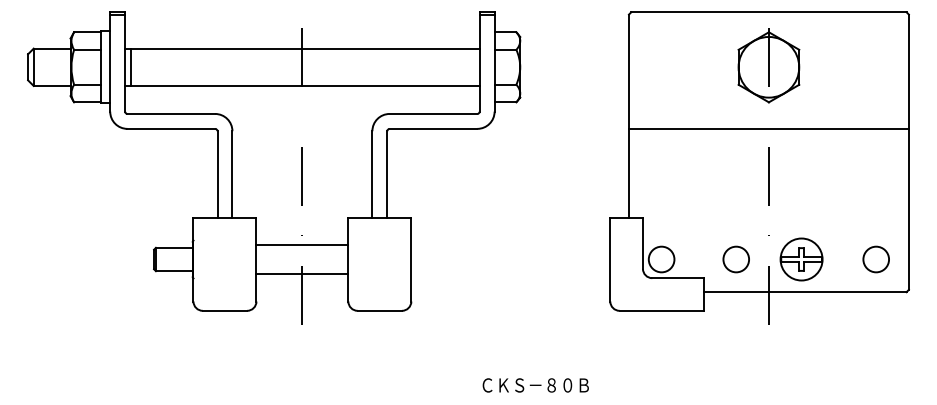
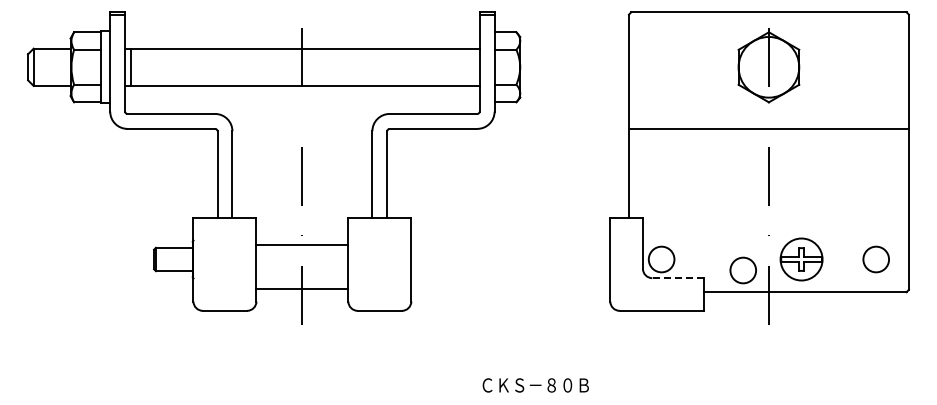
circle at (735, 259) position: (735, 259) -> (742, 270)
line at (302, 274) position: (302, 274) -> (302, 289)
line at (677, 278): solid -> dashed
